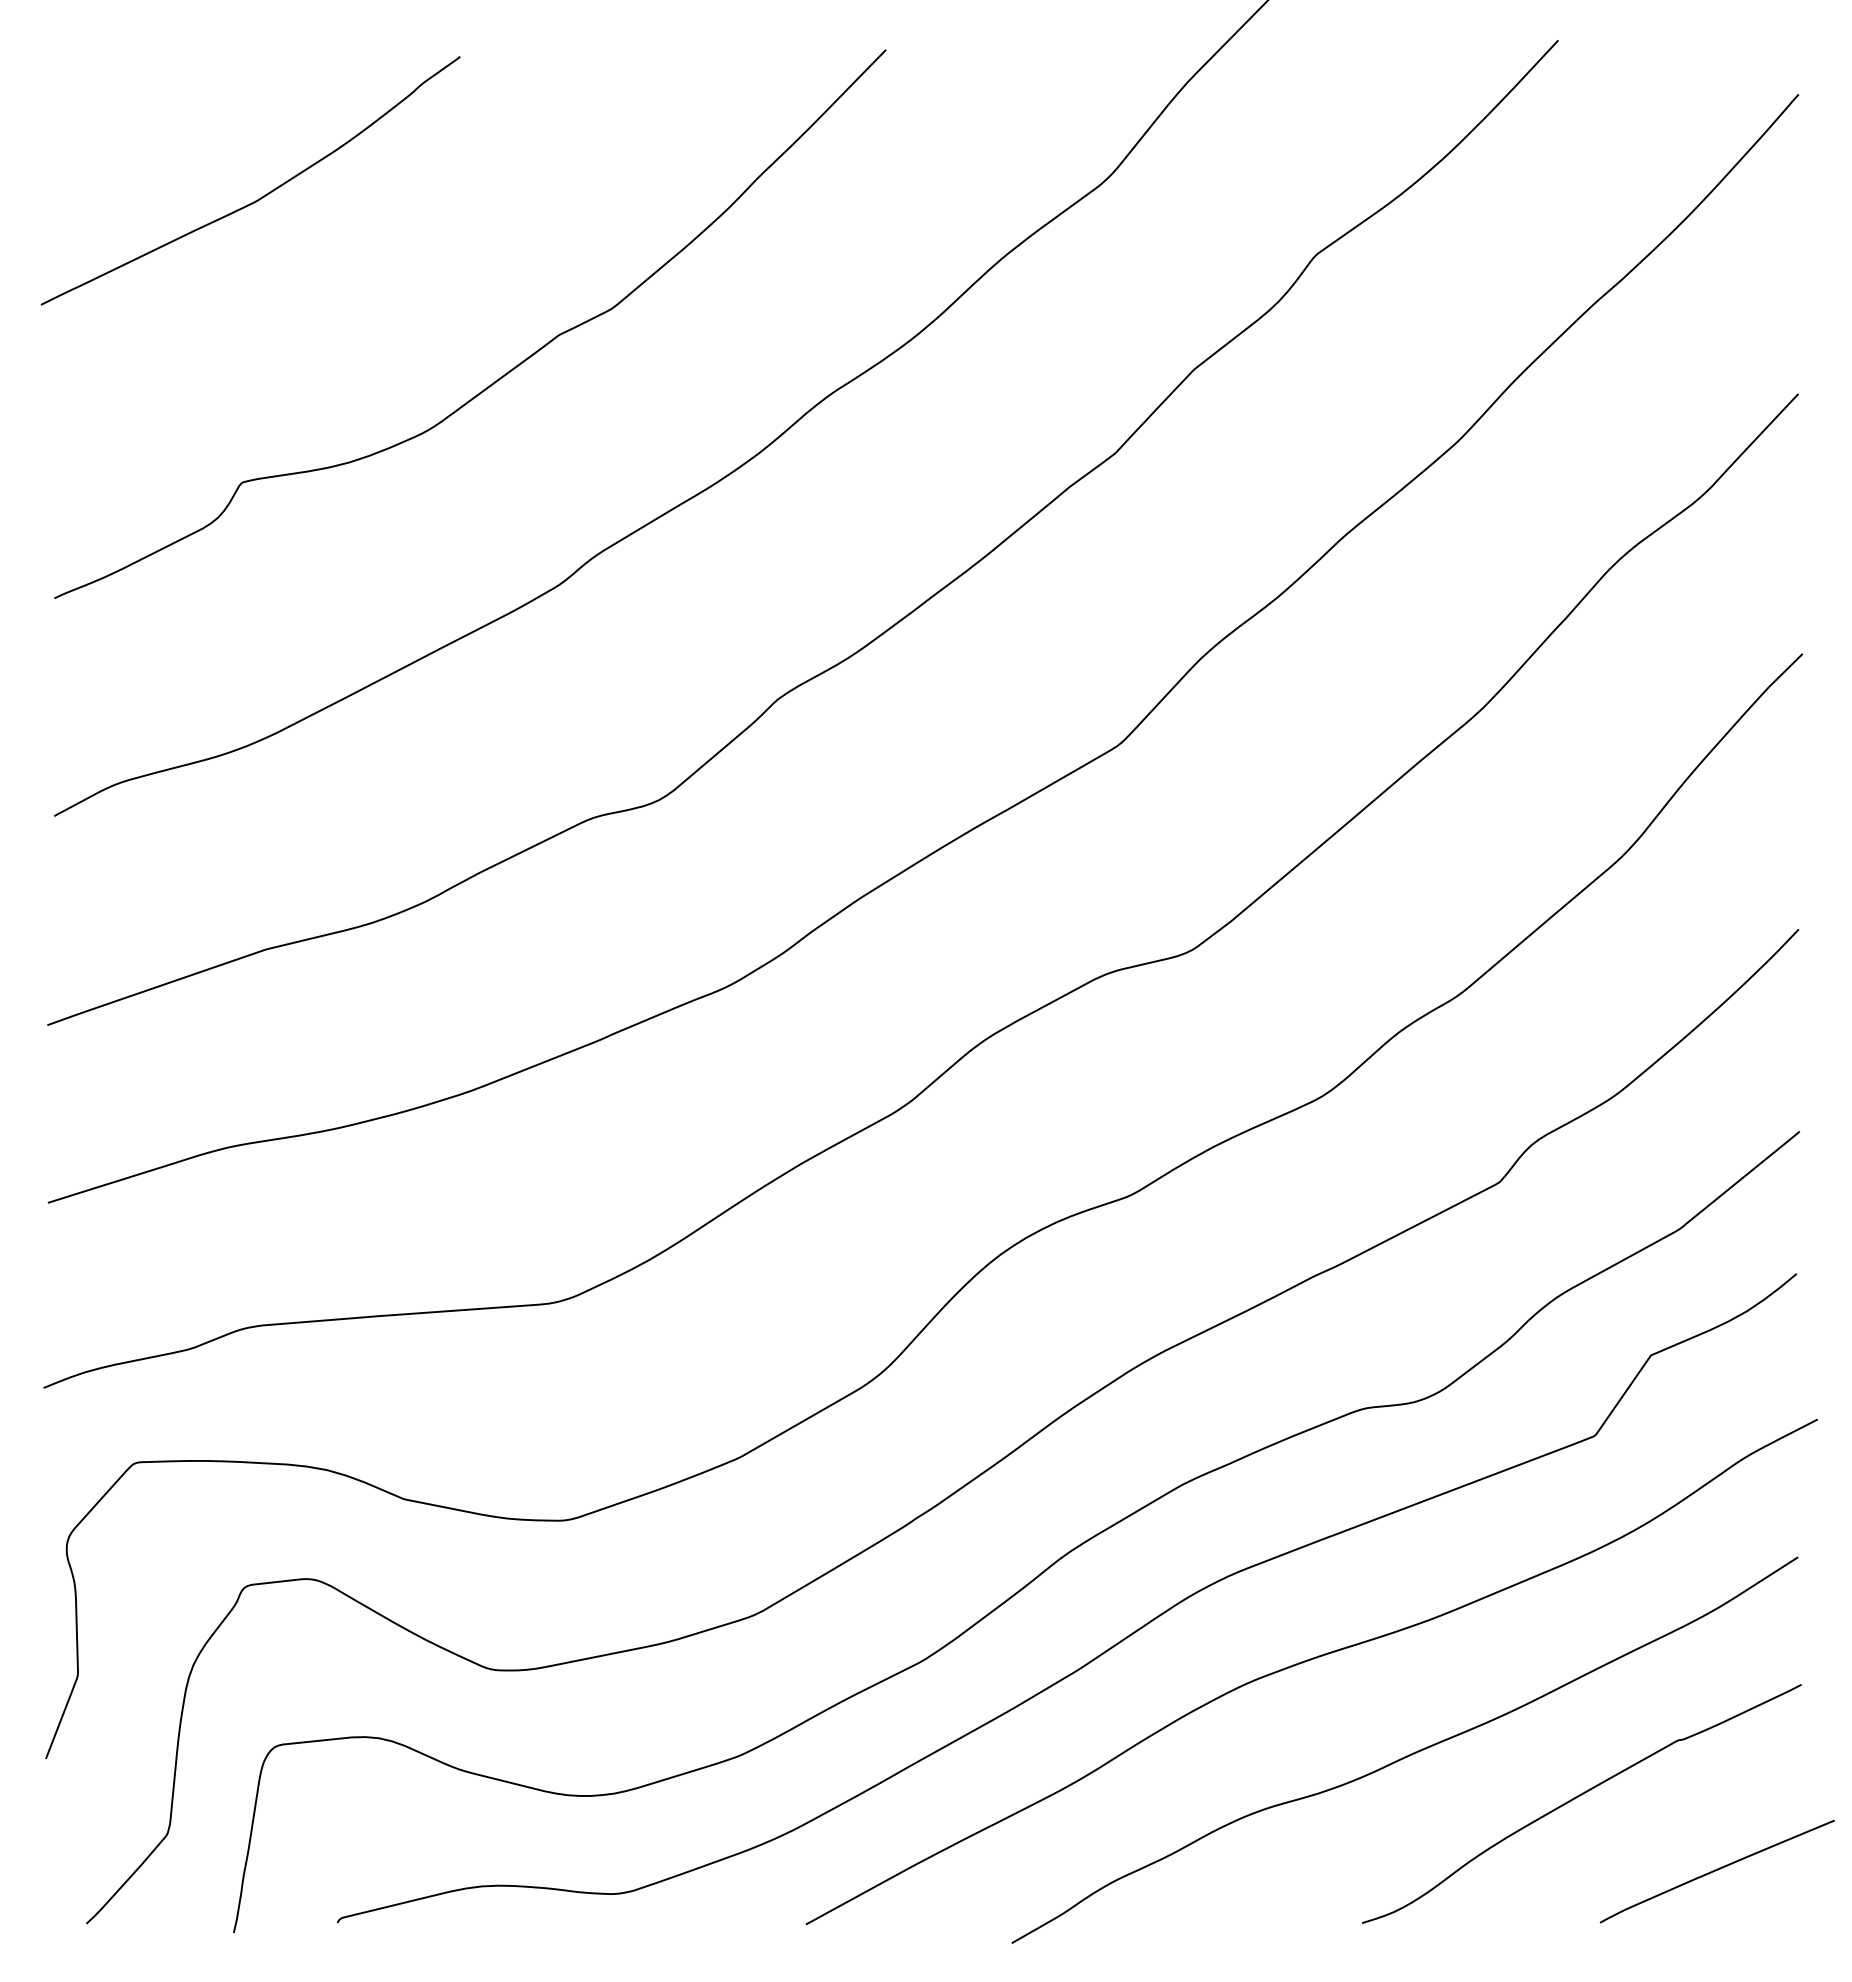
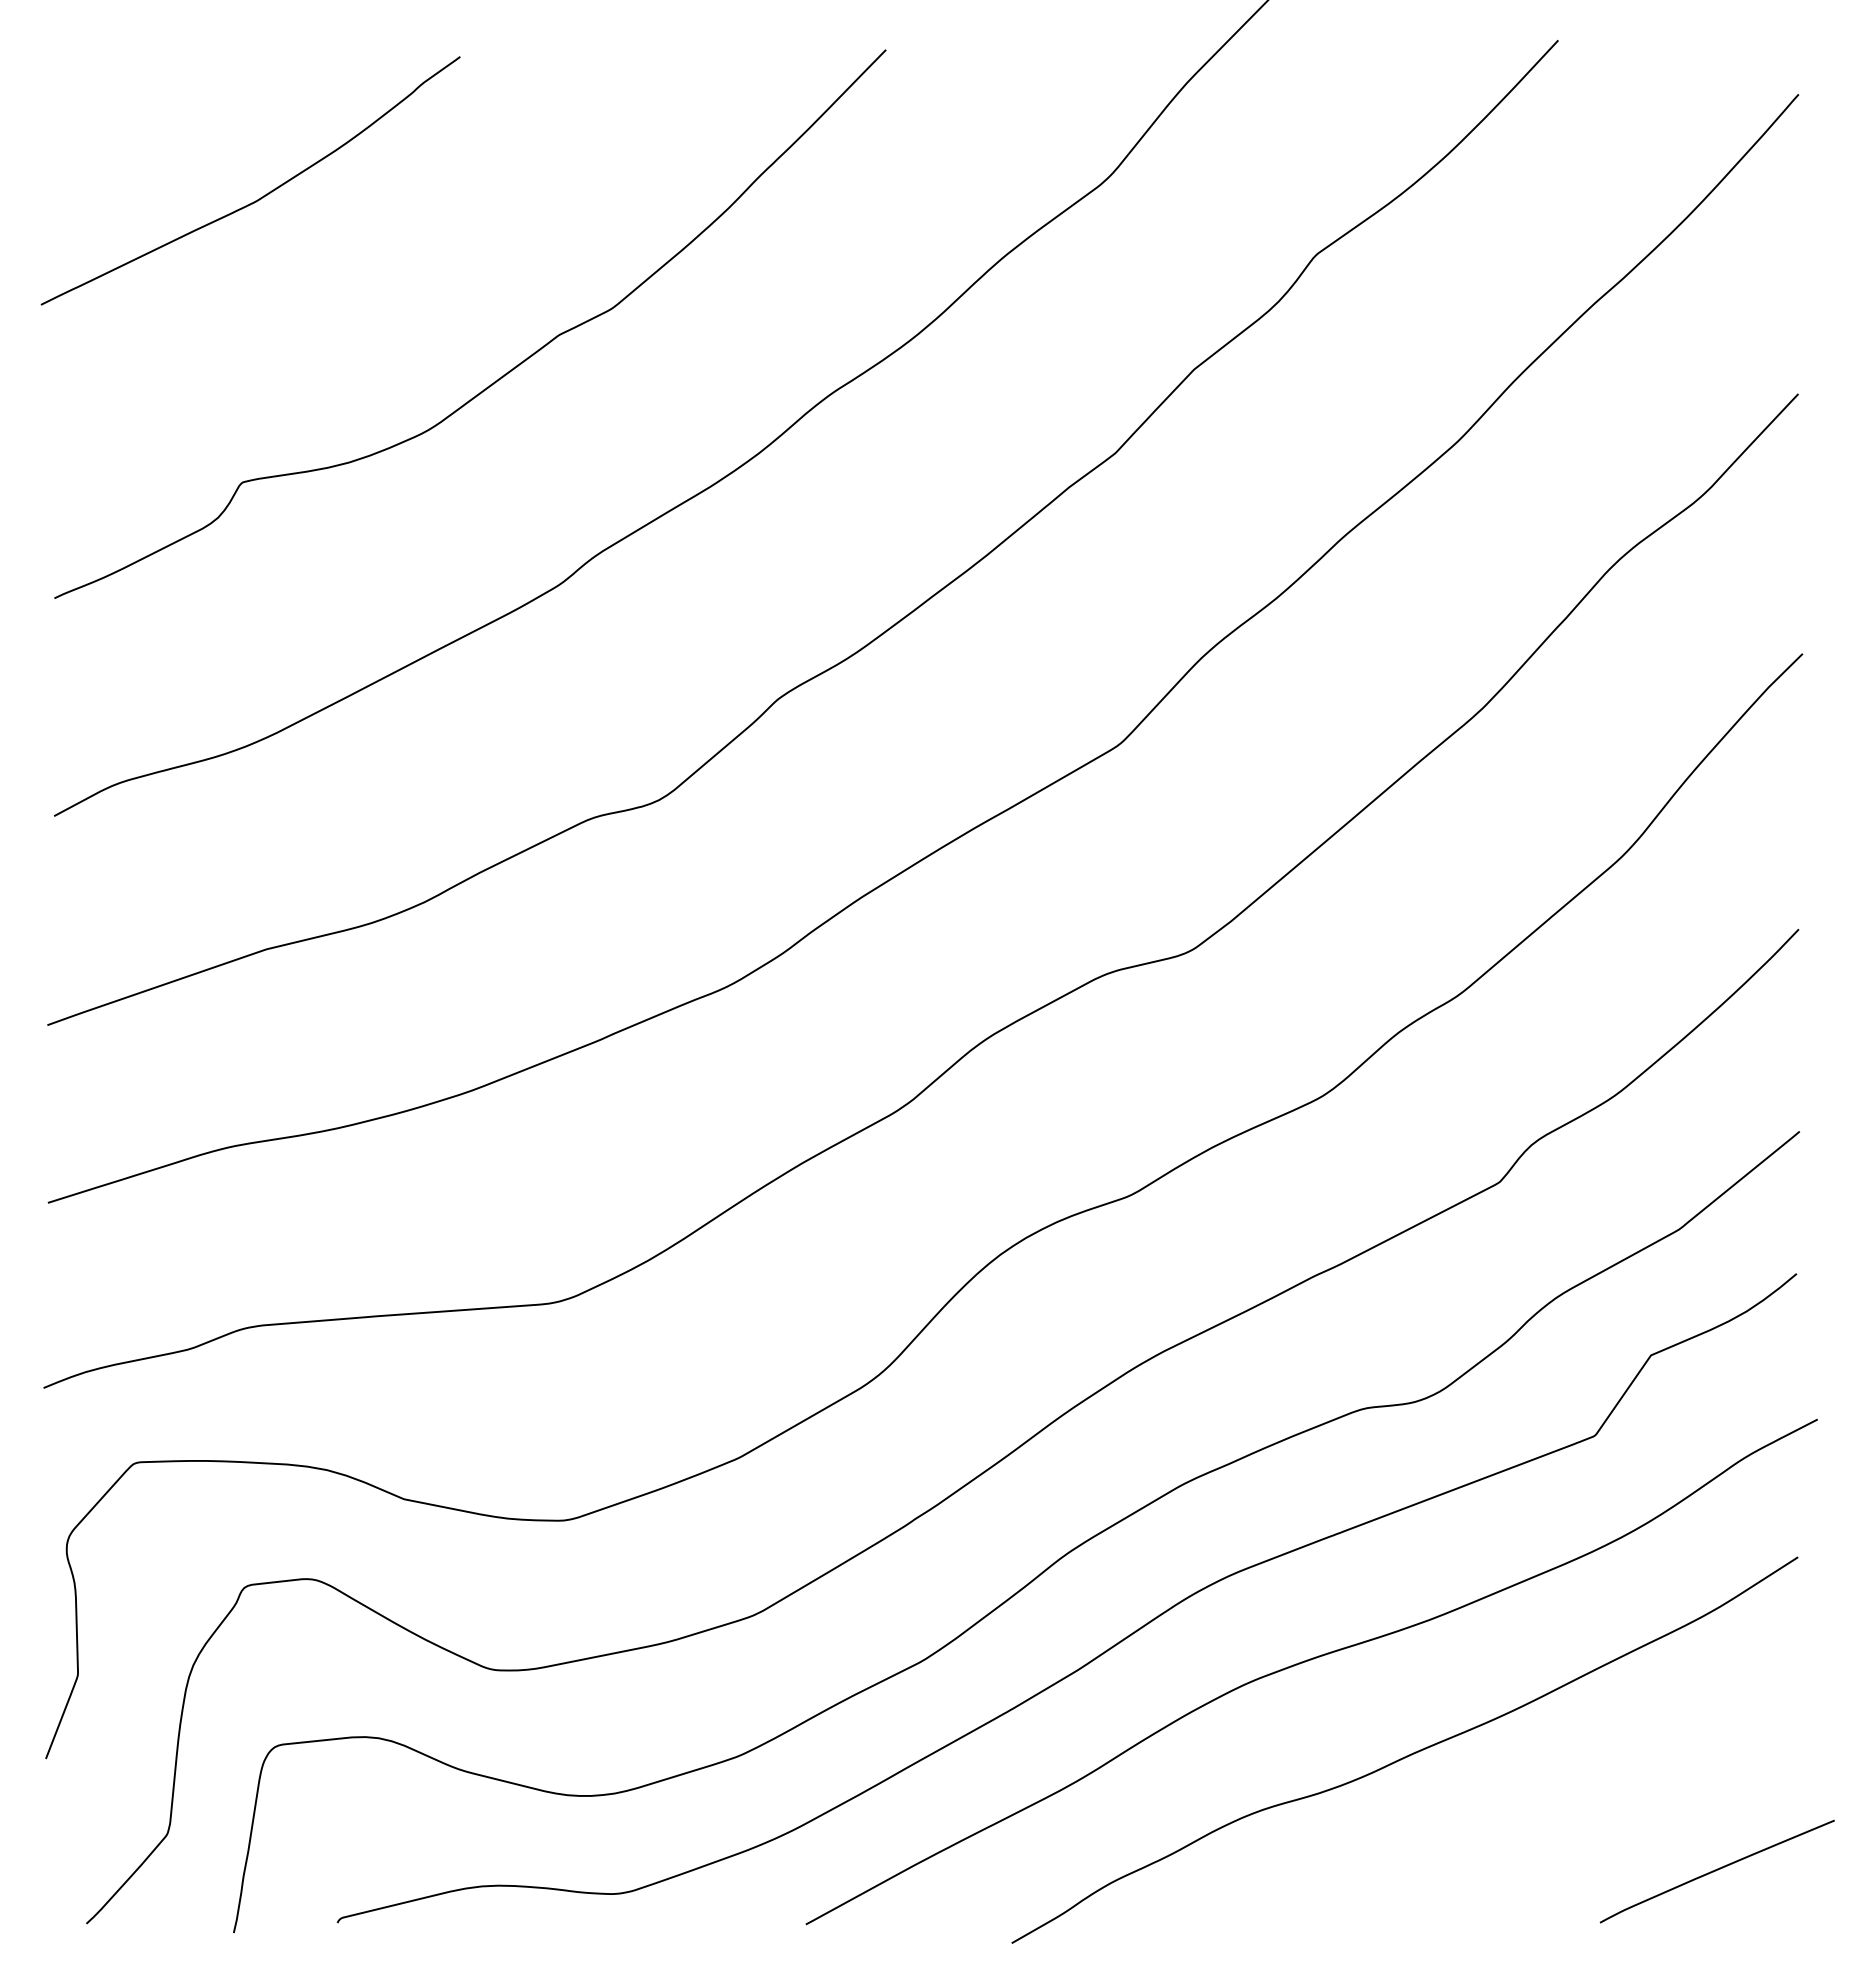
curve at (1578, 1797): present -> none
